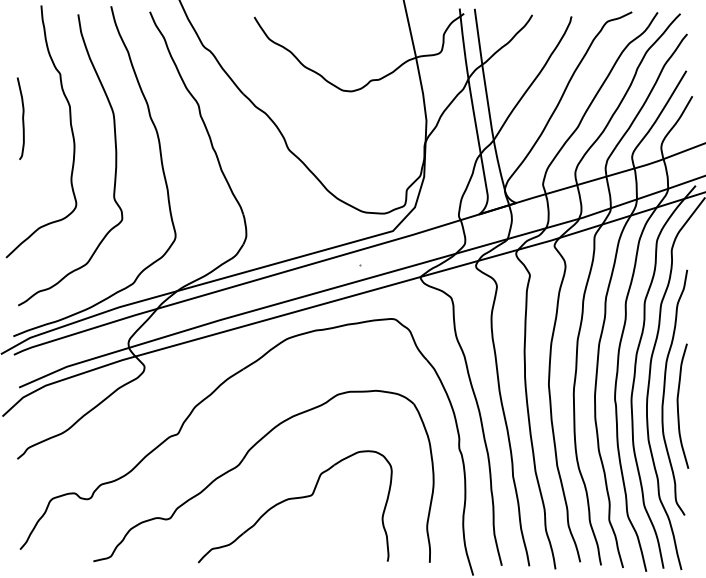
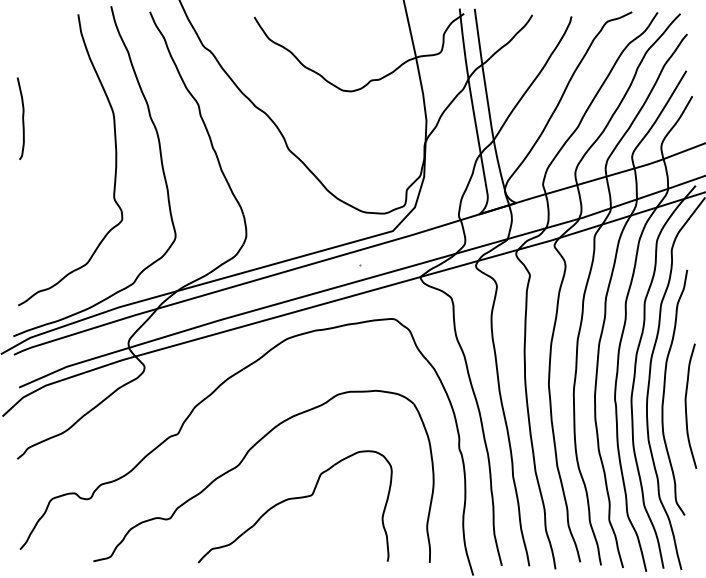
curve at (70, 128): present -> none
curve at (678, 405) position: (678, 405) -> (686, 405)
